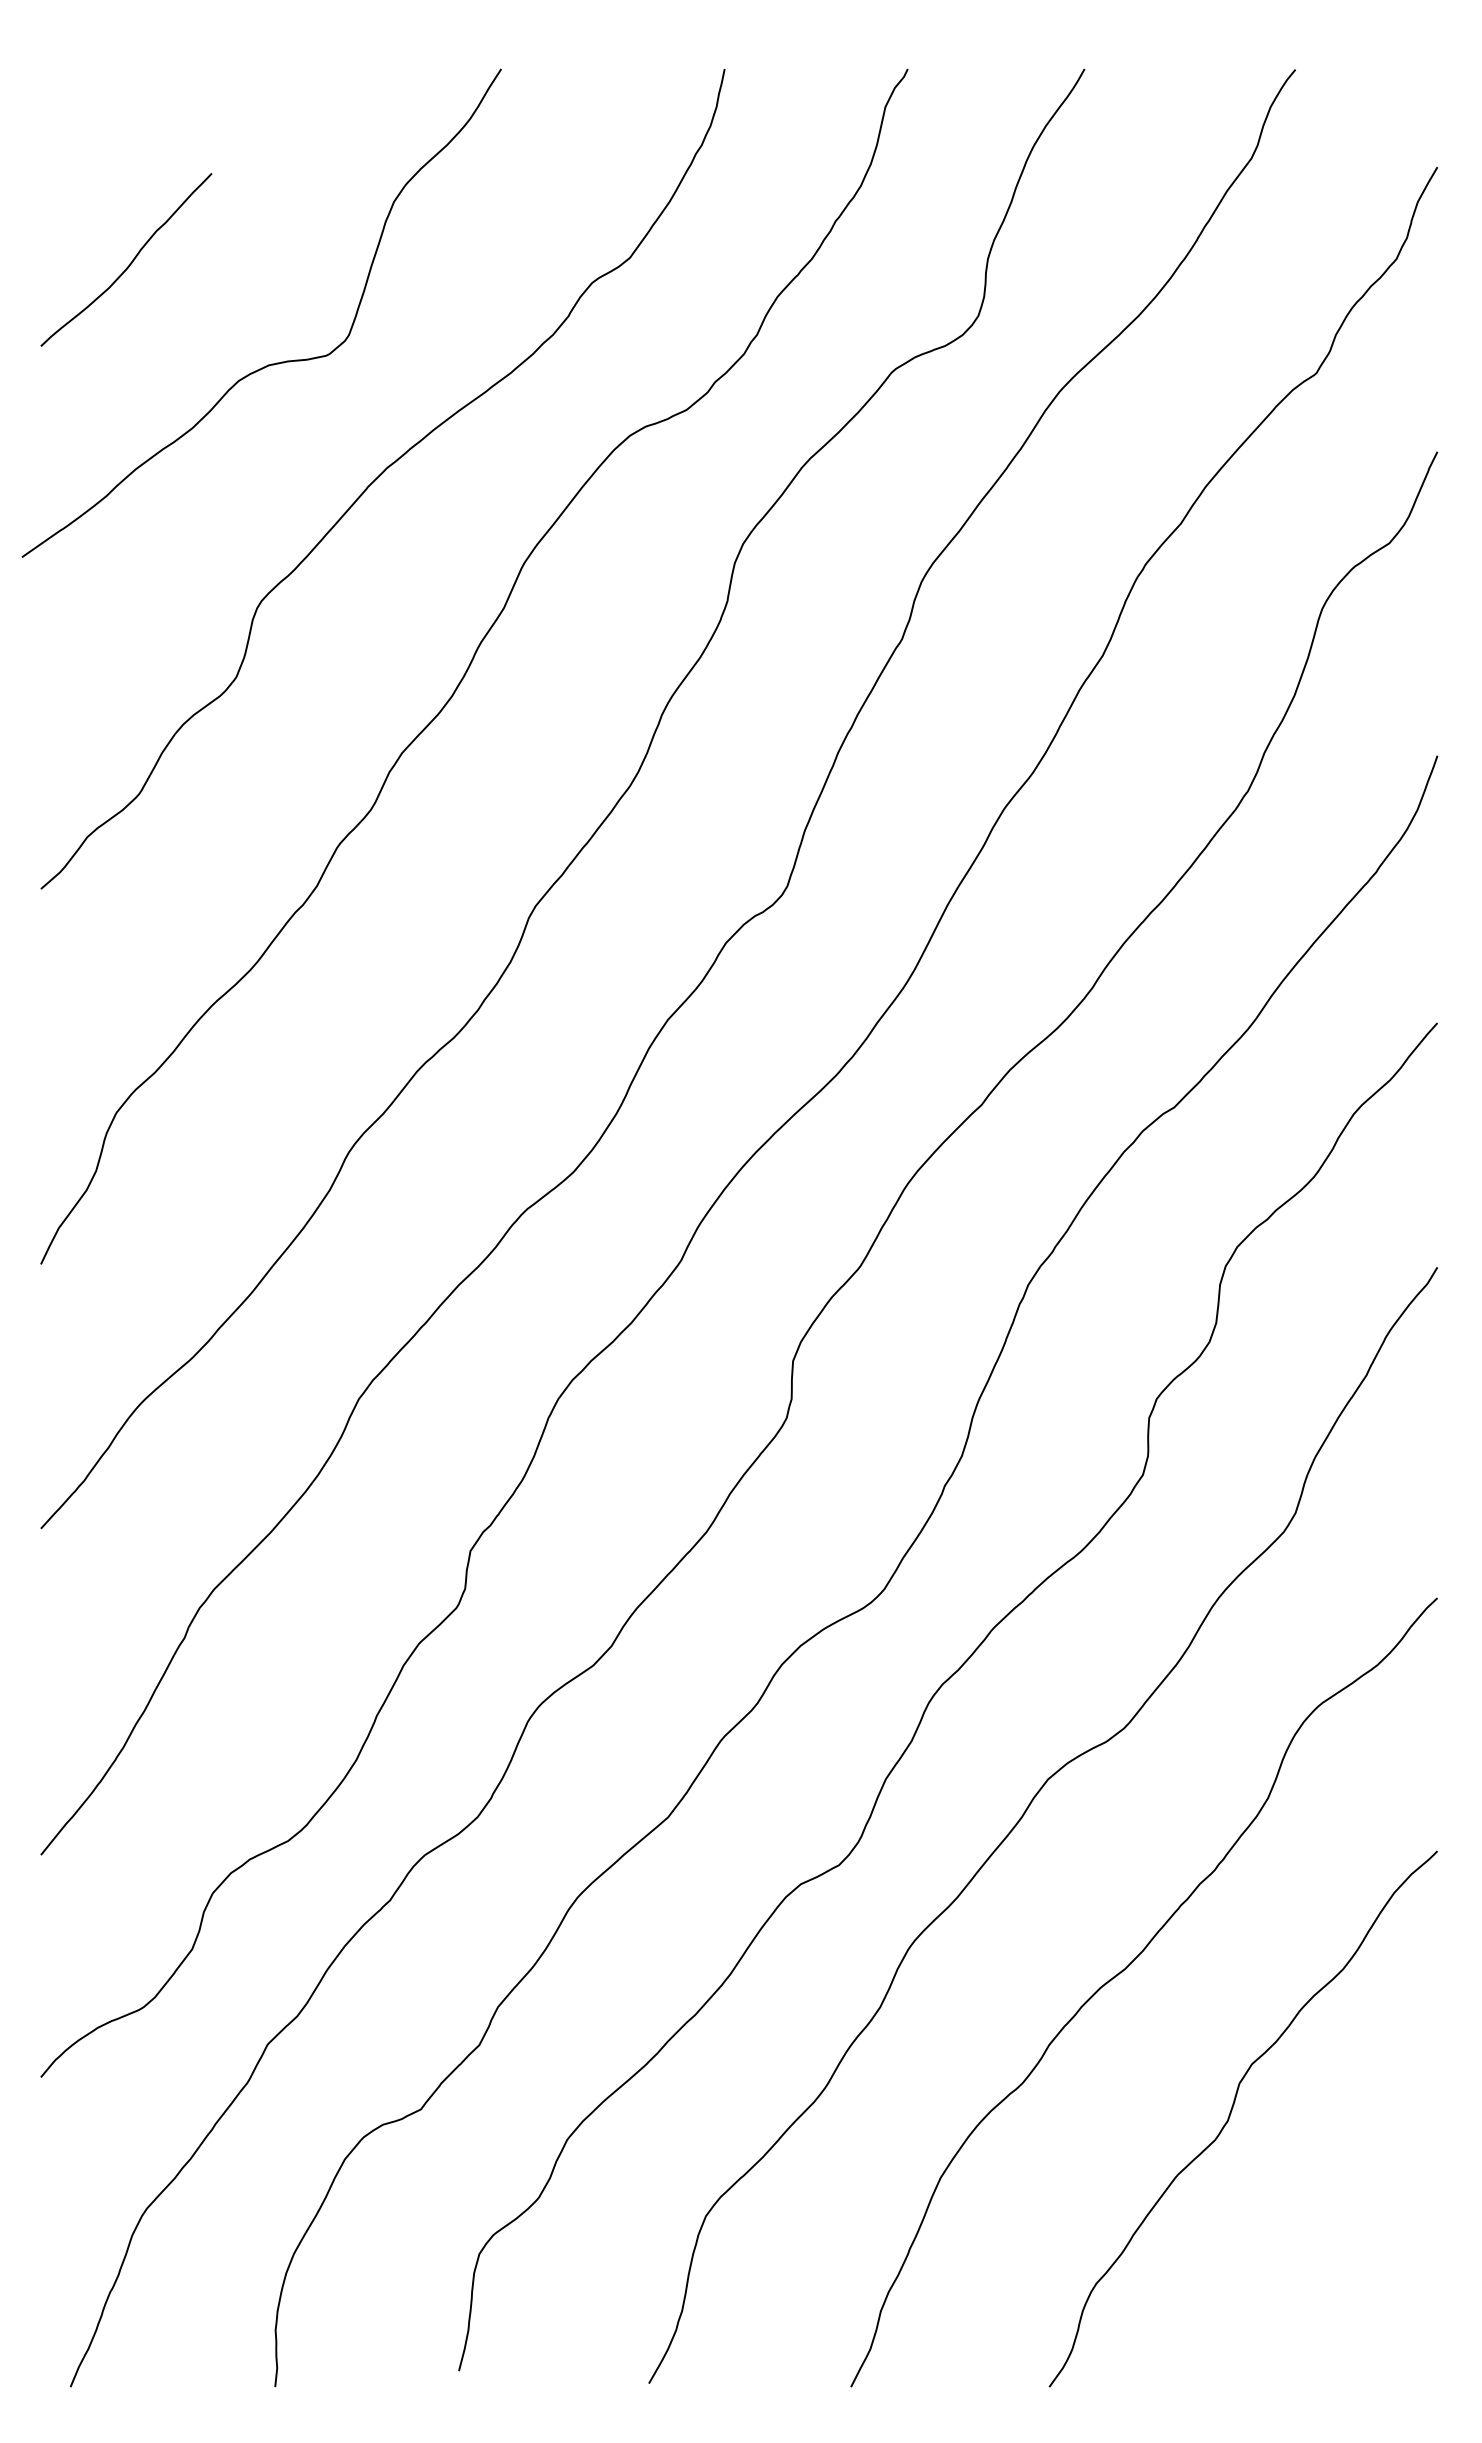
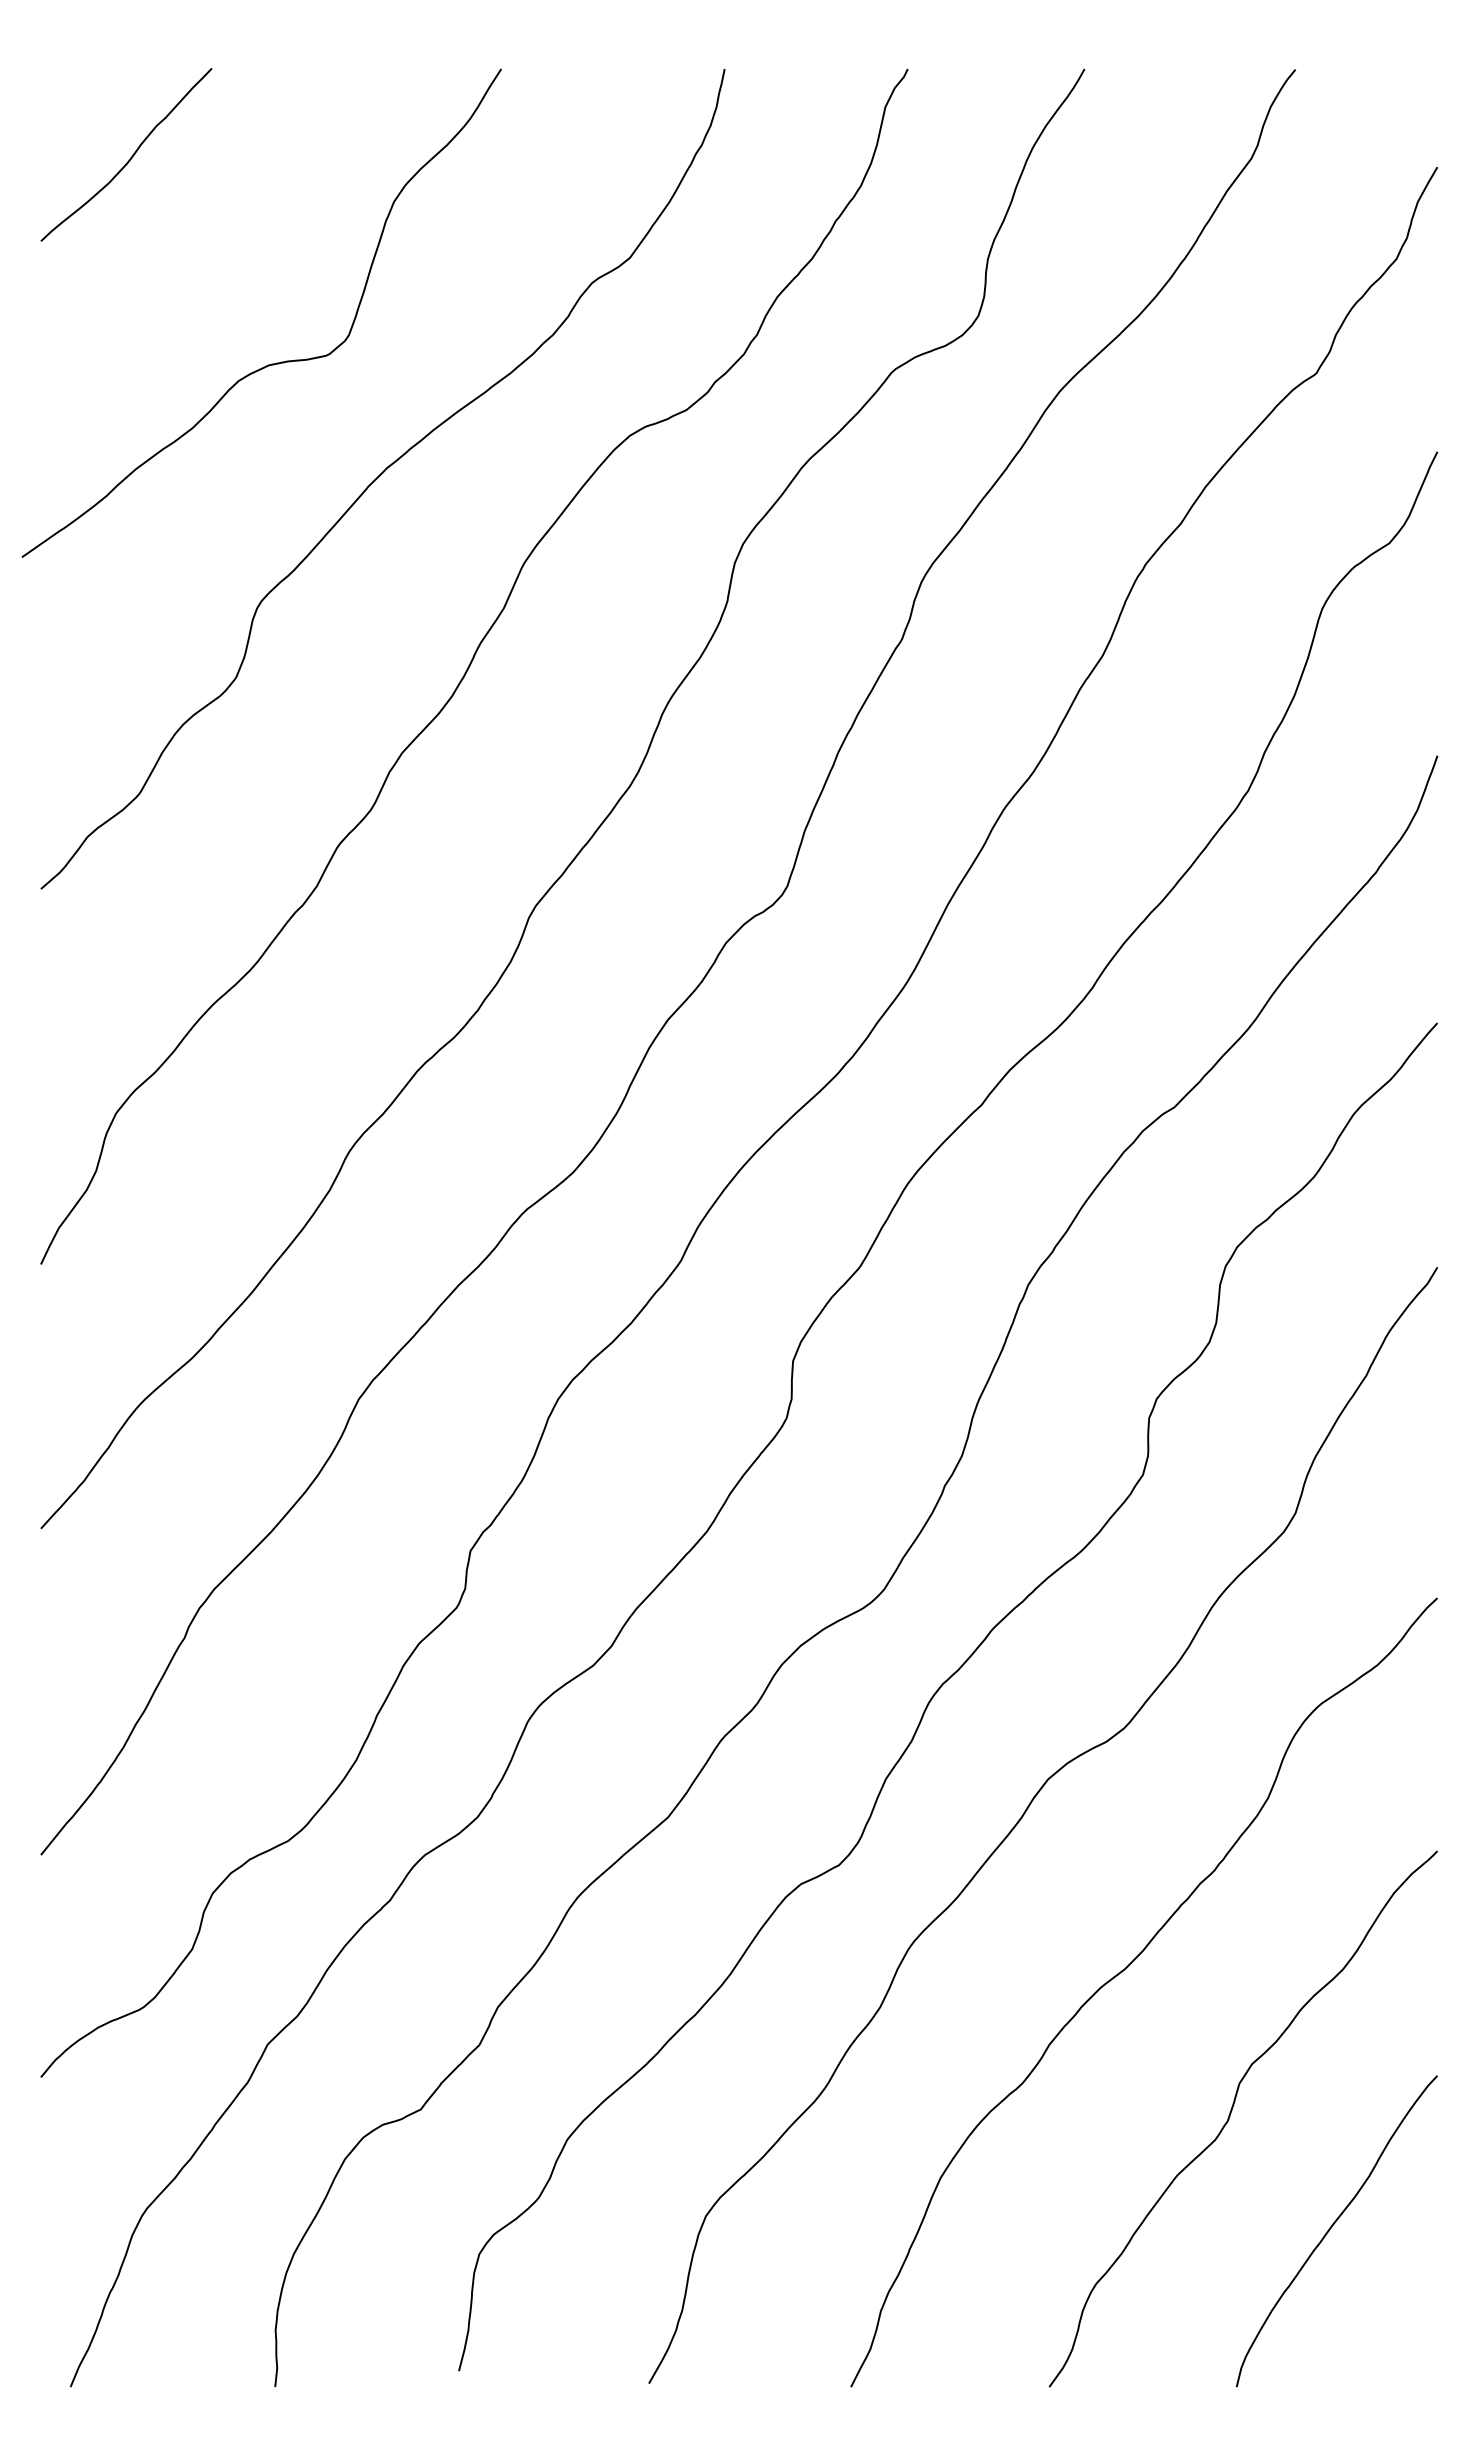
curve at (130, 262) position: (130, 262) -> (130, 157)
curve at (1332, 2227): none -> present
